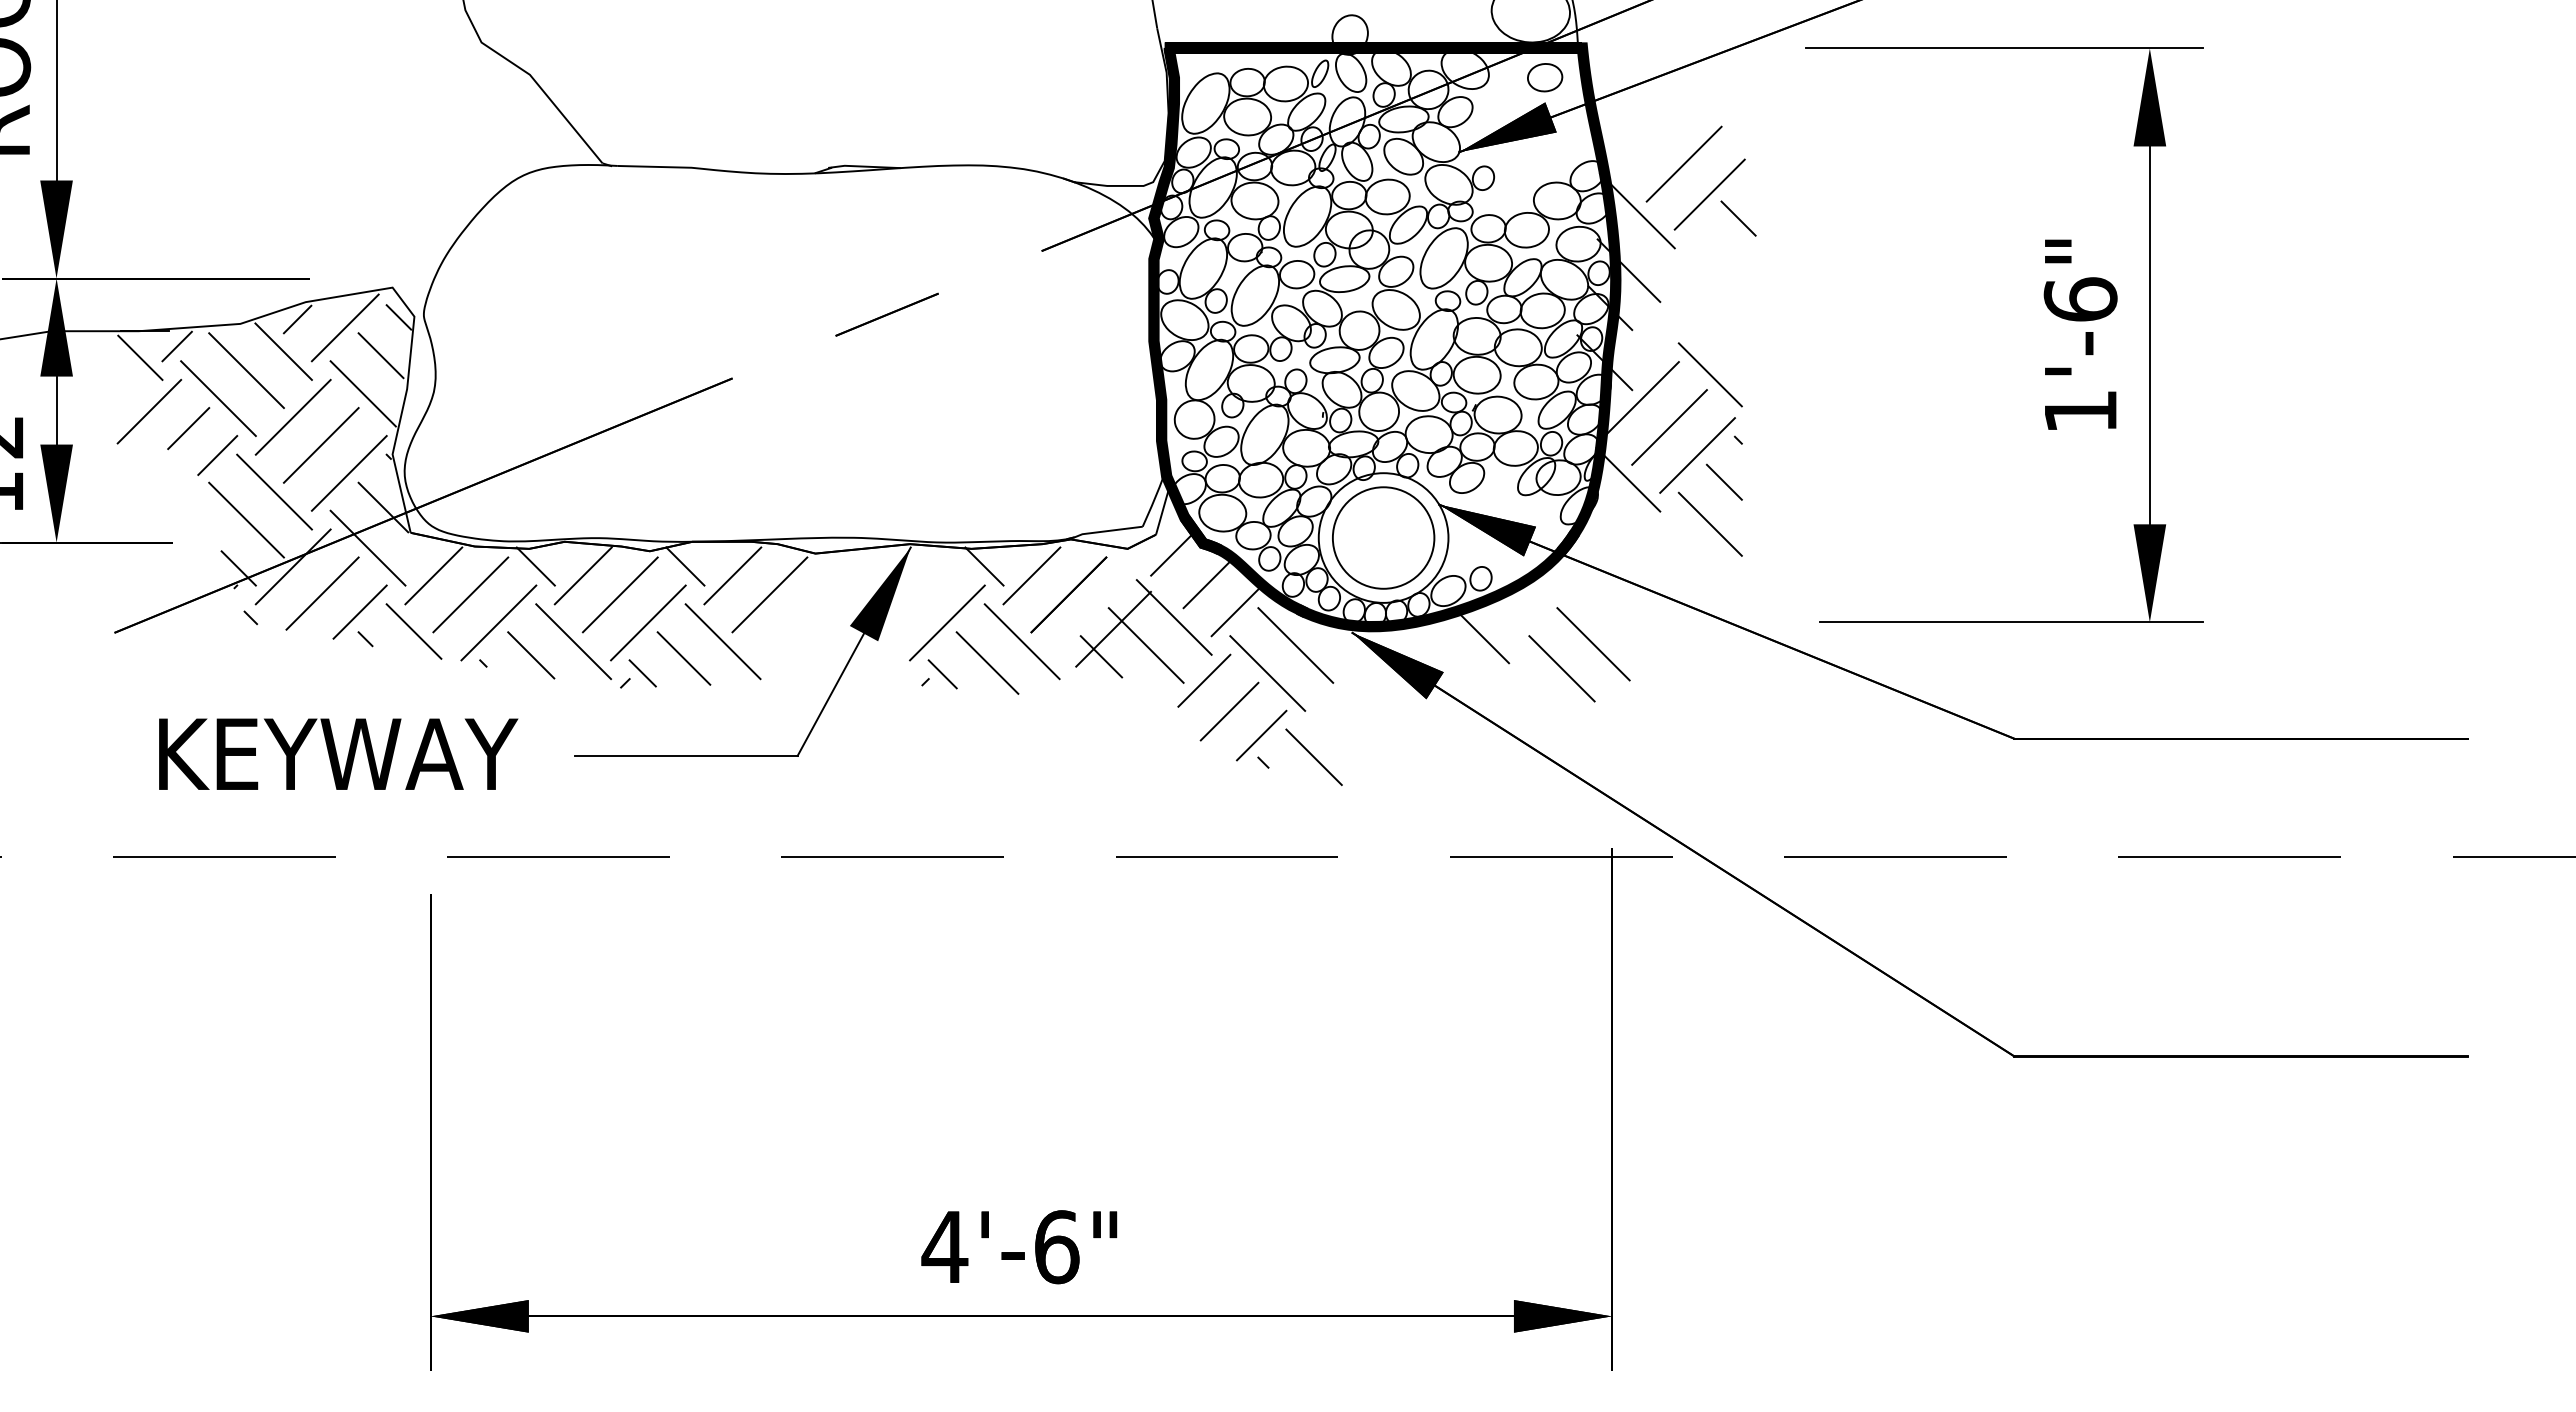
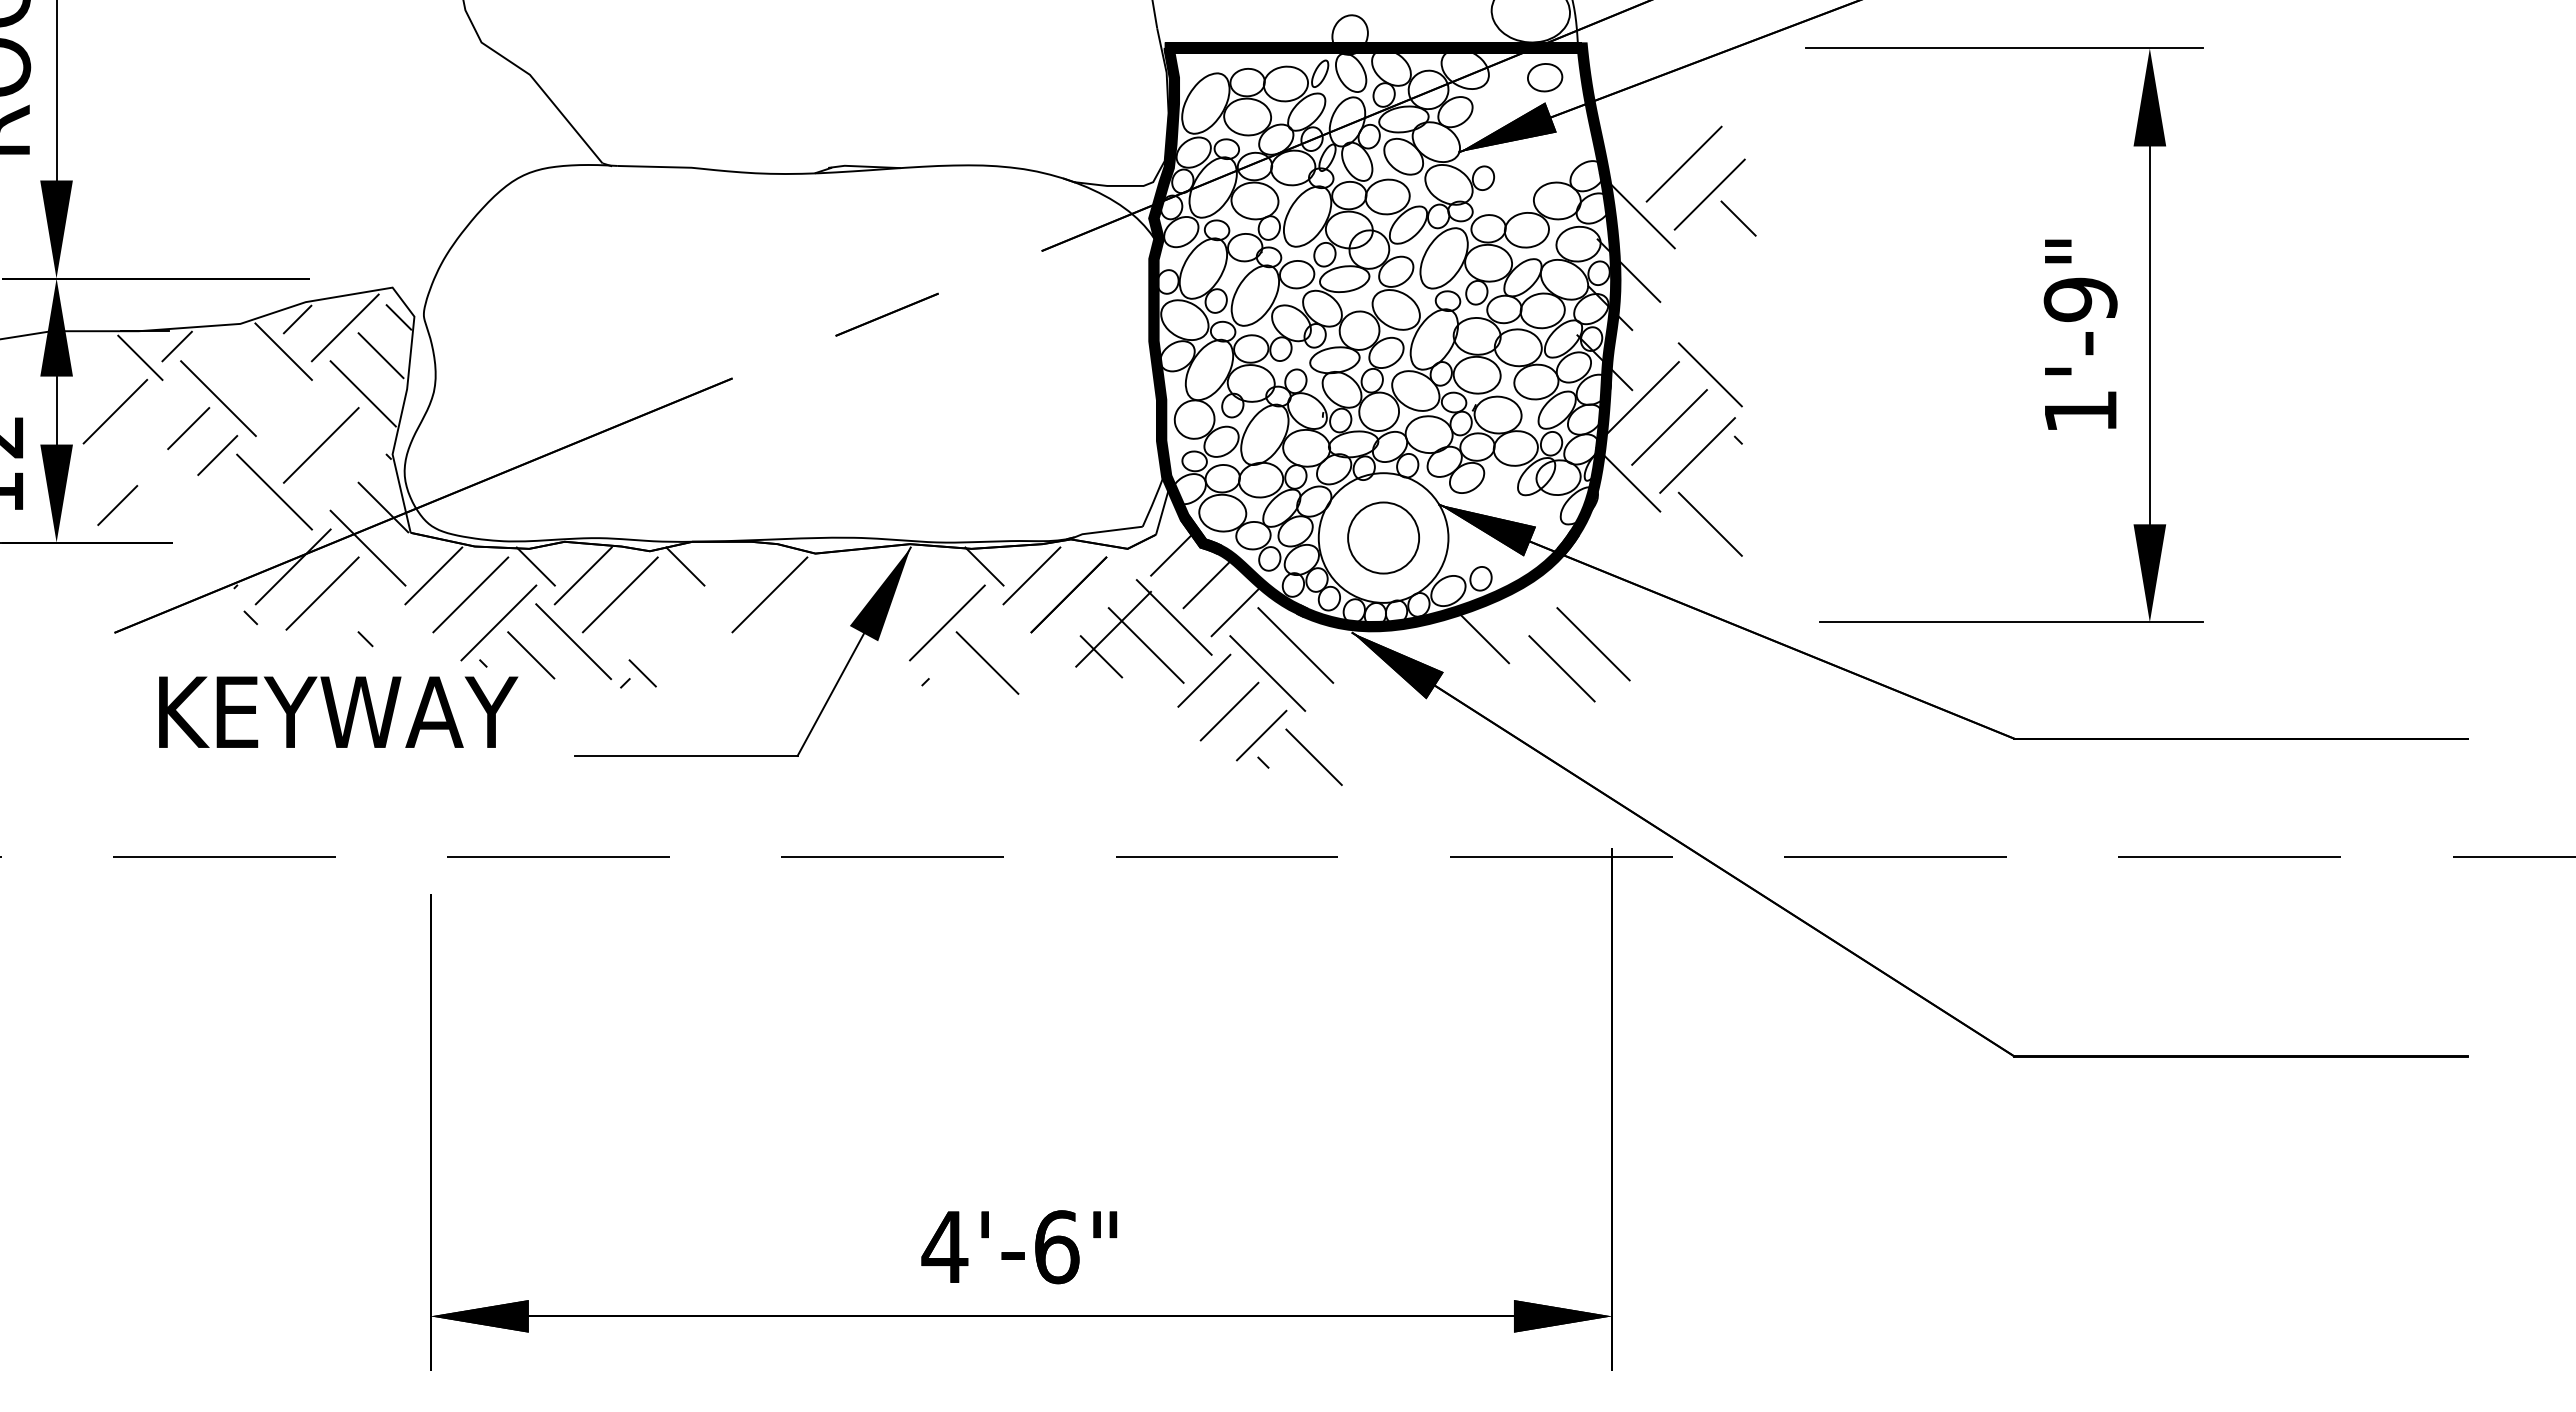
text at (2080, 299): 1'-6" -> 1'-9"
line at (246, 370): present -> none
line at (149, 411) position: (149, 411) -> (115, 411)
line at (292, 416): present -> none
line at (348, 473): present -> none
line at (1723, 481): present -> none
line at (117, 505): none -> present
line at (246, 519): present -> none
circle at (1383, 537) diameter: 102 px -> 71 px
line at (238, 568): present -> none
line at (732, 575): present -> none
line at (359, 611): present -> none
line at (648, 622): present -> none
line at (413, 631): present -> none
line at (722, 641): present -> none
line at (1021, 641): present -> none
line at (683, 658): present -> none
line at (942, 674): present -> none
text at (338, 753) position: (338, 753) -> (338, 711)
